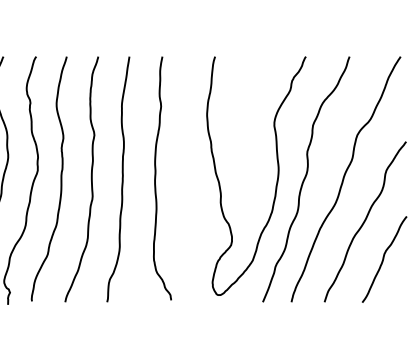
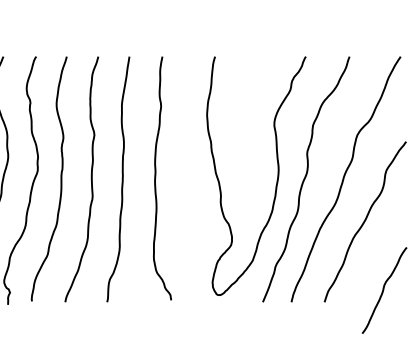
curve at (384, 259) position: (384, 259) -> (384, 290)
